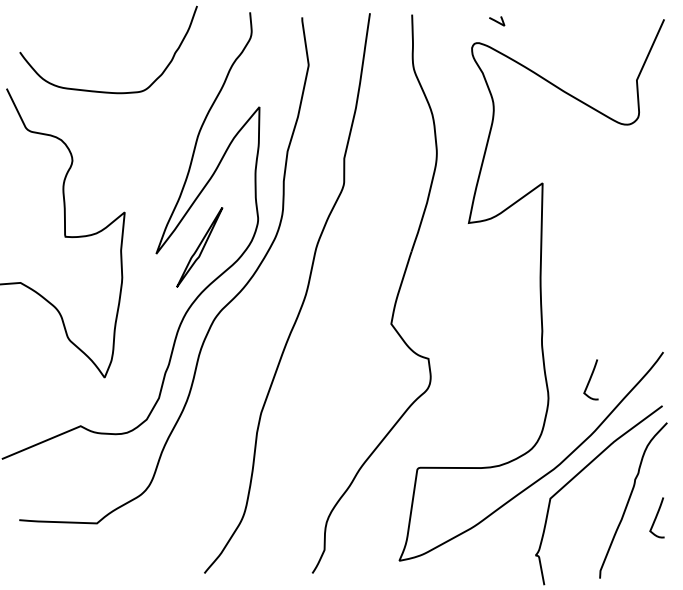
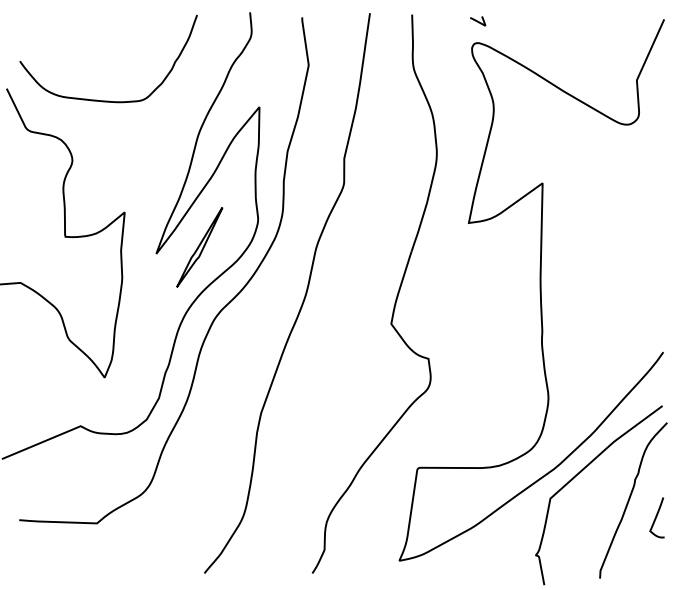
curve at (497, 21) position: (497, 21) -> (478, 21)
curve at (108, 91) position: (108, 91) -> (108, 100)
curve at (590, 379): present -> none
